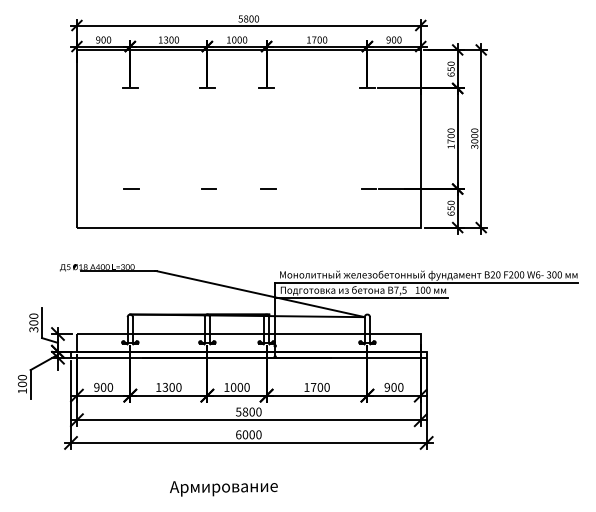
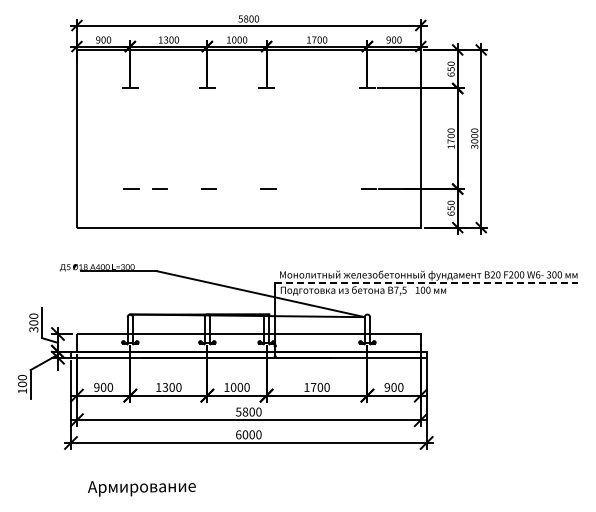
line at (159, 188): none -> present
line at (427, 282): solid -> dashed
line at (361, 298): present -> none
text at (223, 488) position: (223, 488) -> (141, 488)
